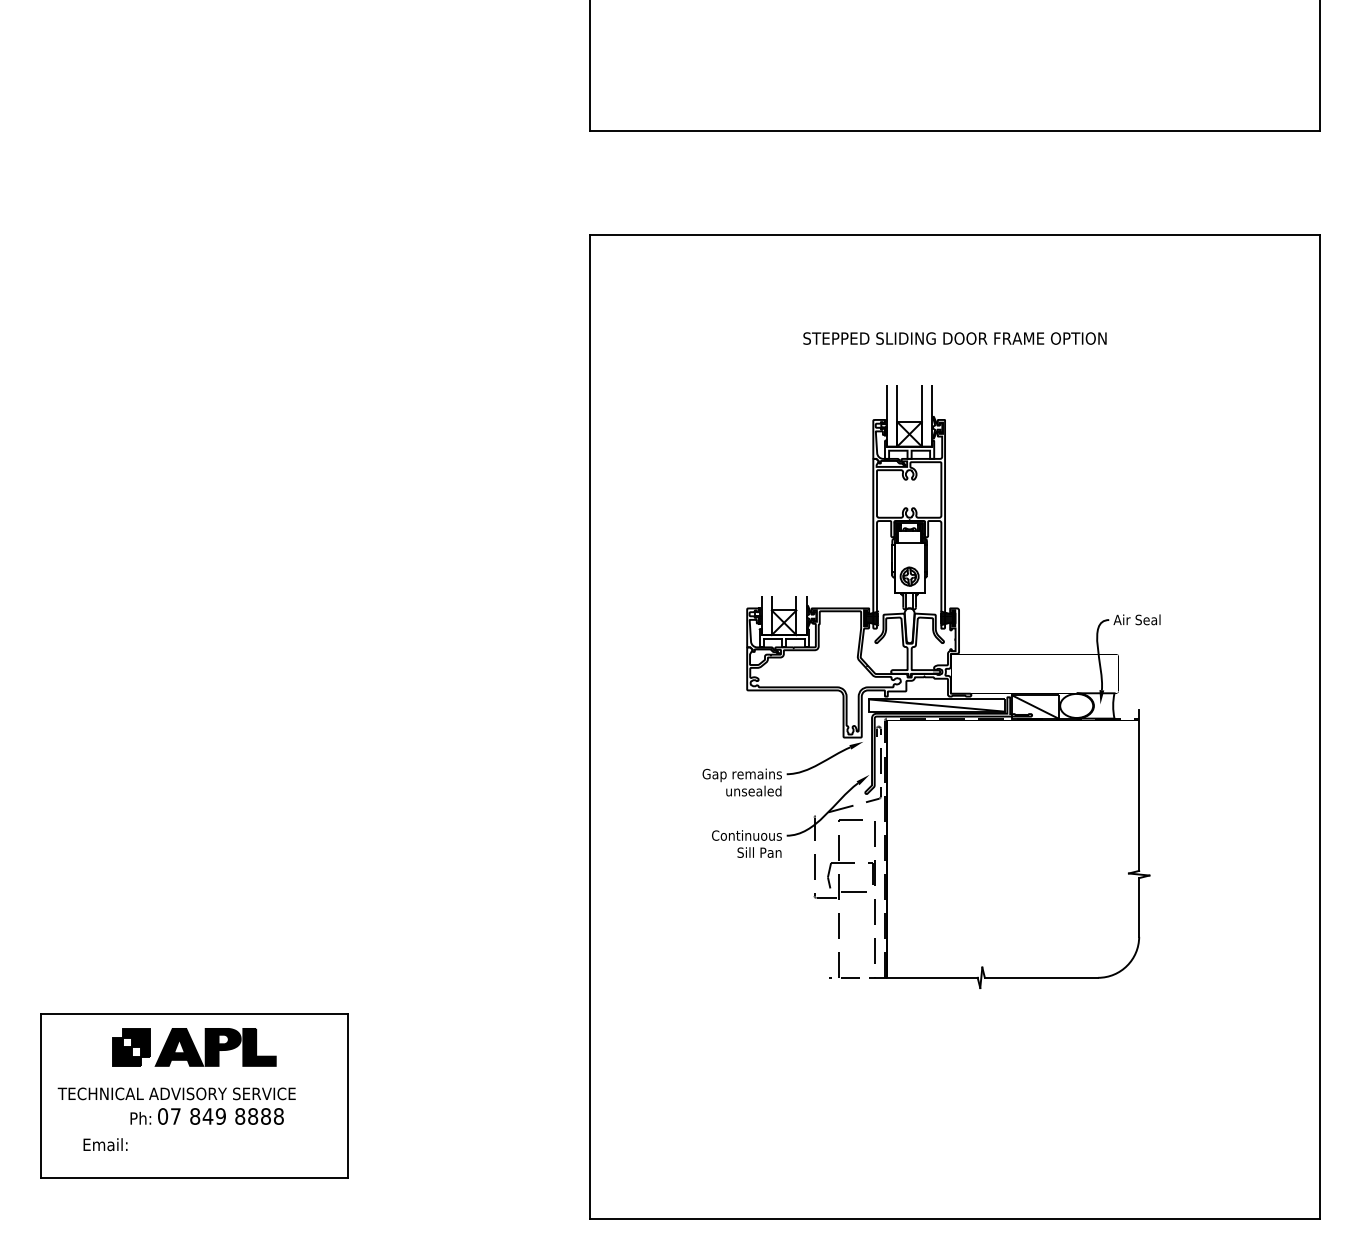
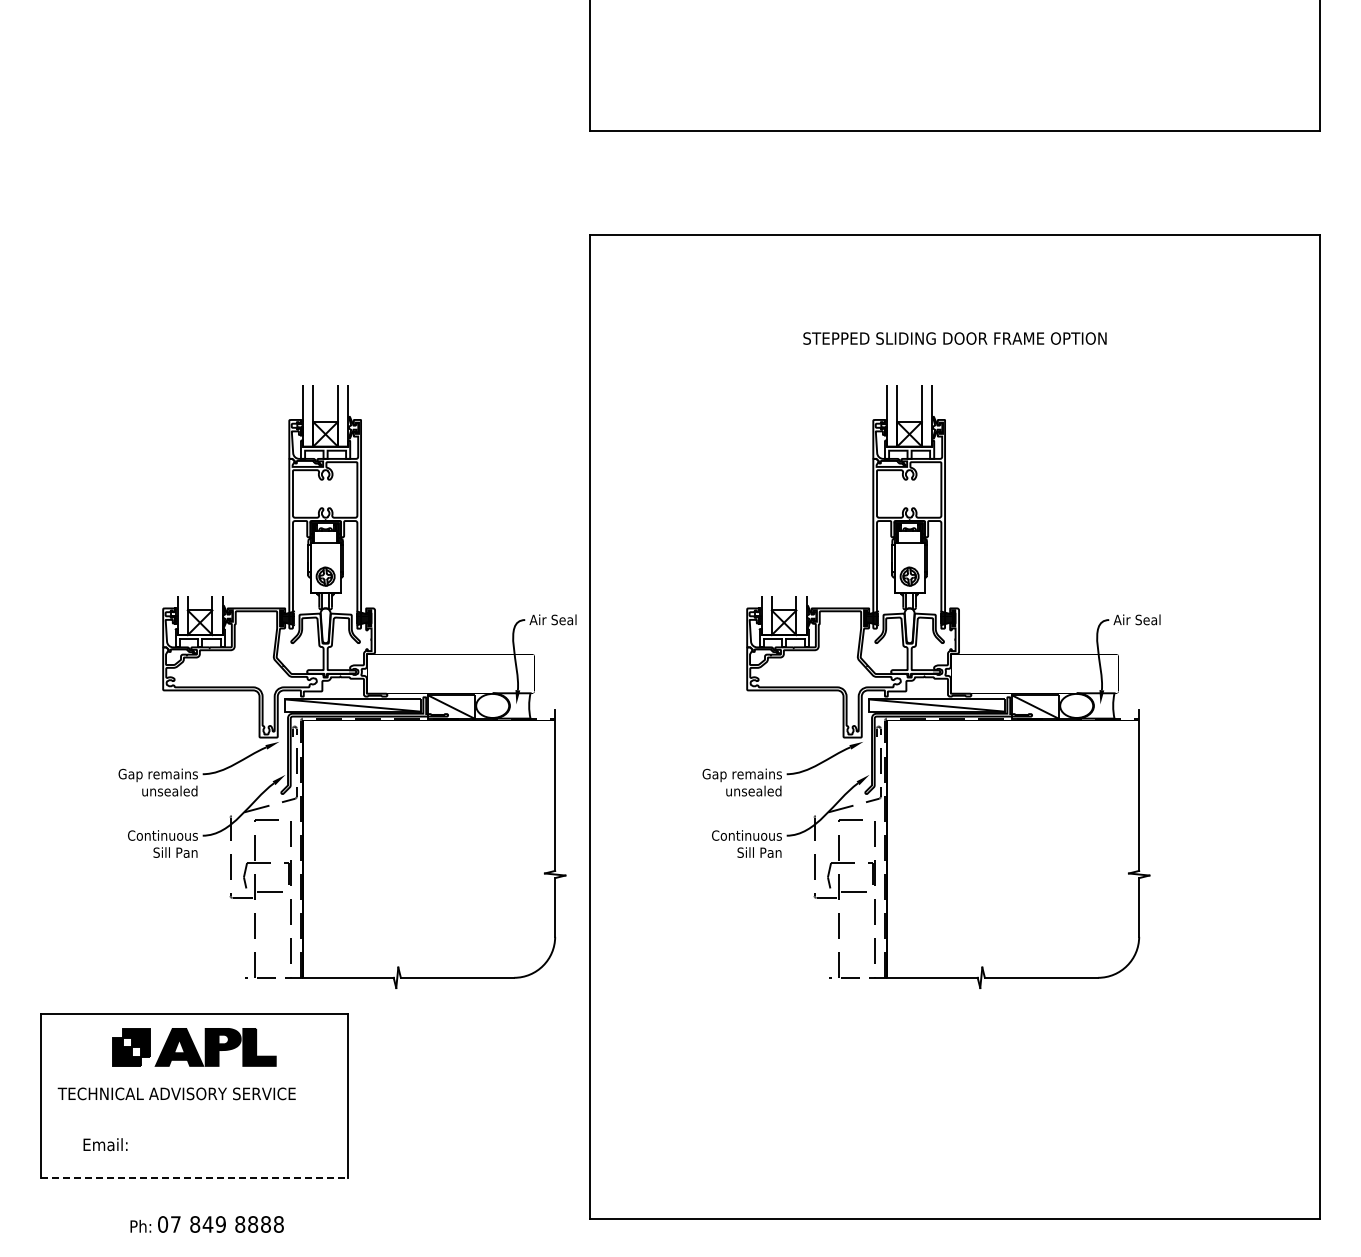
part at (347, 686): none -> present
text at (206, 1116) position: (206, 1116) -> (206, 1224)
line at (194, 1178): solid -> dashed
